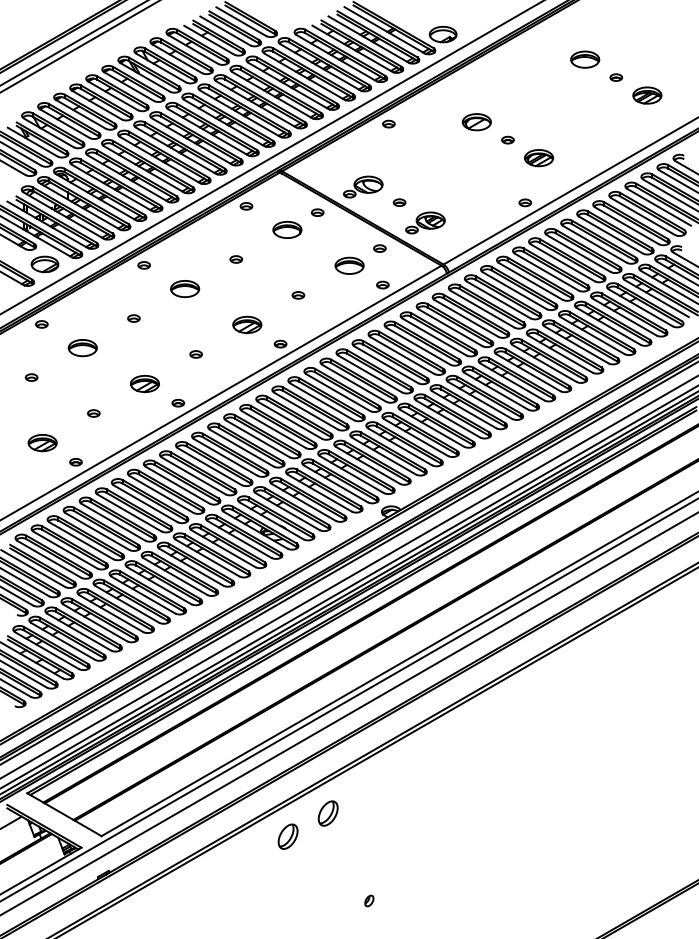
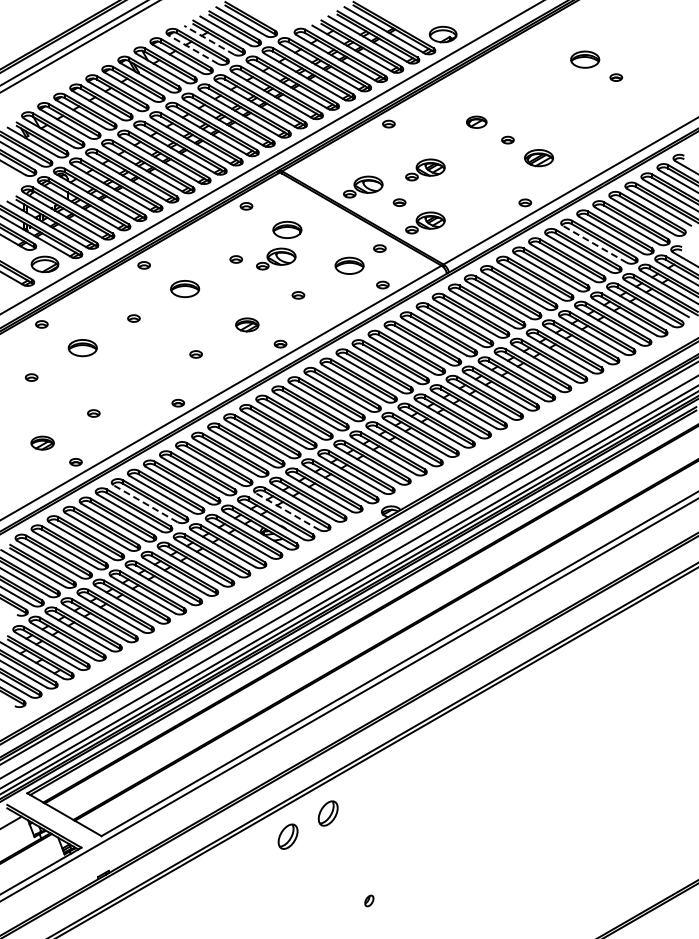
line at (209, 40): solid -> dashed
line at (193, 49): solid -> dashed
part at (647, 95): present -> none
part at (476, 122) size: 31x19 px -> 22x14 px
part at (425, 169): none -> present
part at (317, 212): present -> none
line at (594, 244): solid -> dashed
part at (276, 258): none -> present
part at (247, 324) size: 31x20 px -> 25x16 px
part at (144, 383): present -> none
part at (42, 443) size: 31x19 px -> 25x16 px
line at (145, 503): solid -> dashed
line at (287, 511): solid -> dashed
line at (348, 714): present -> none
